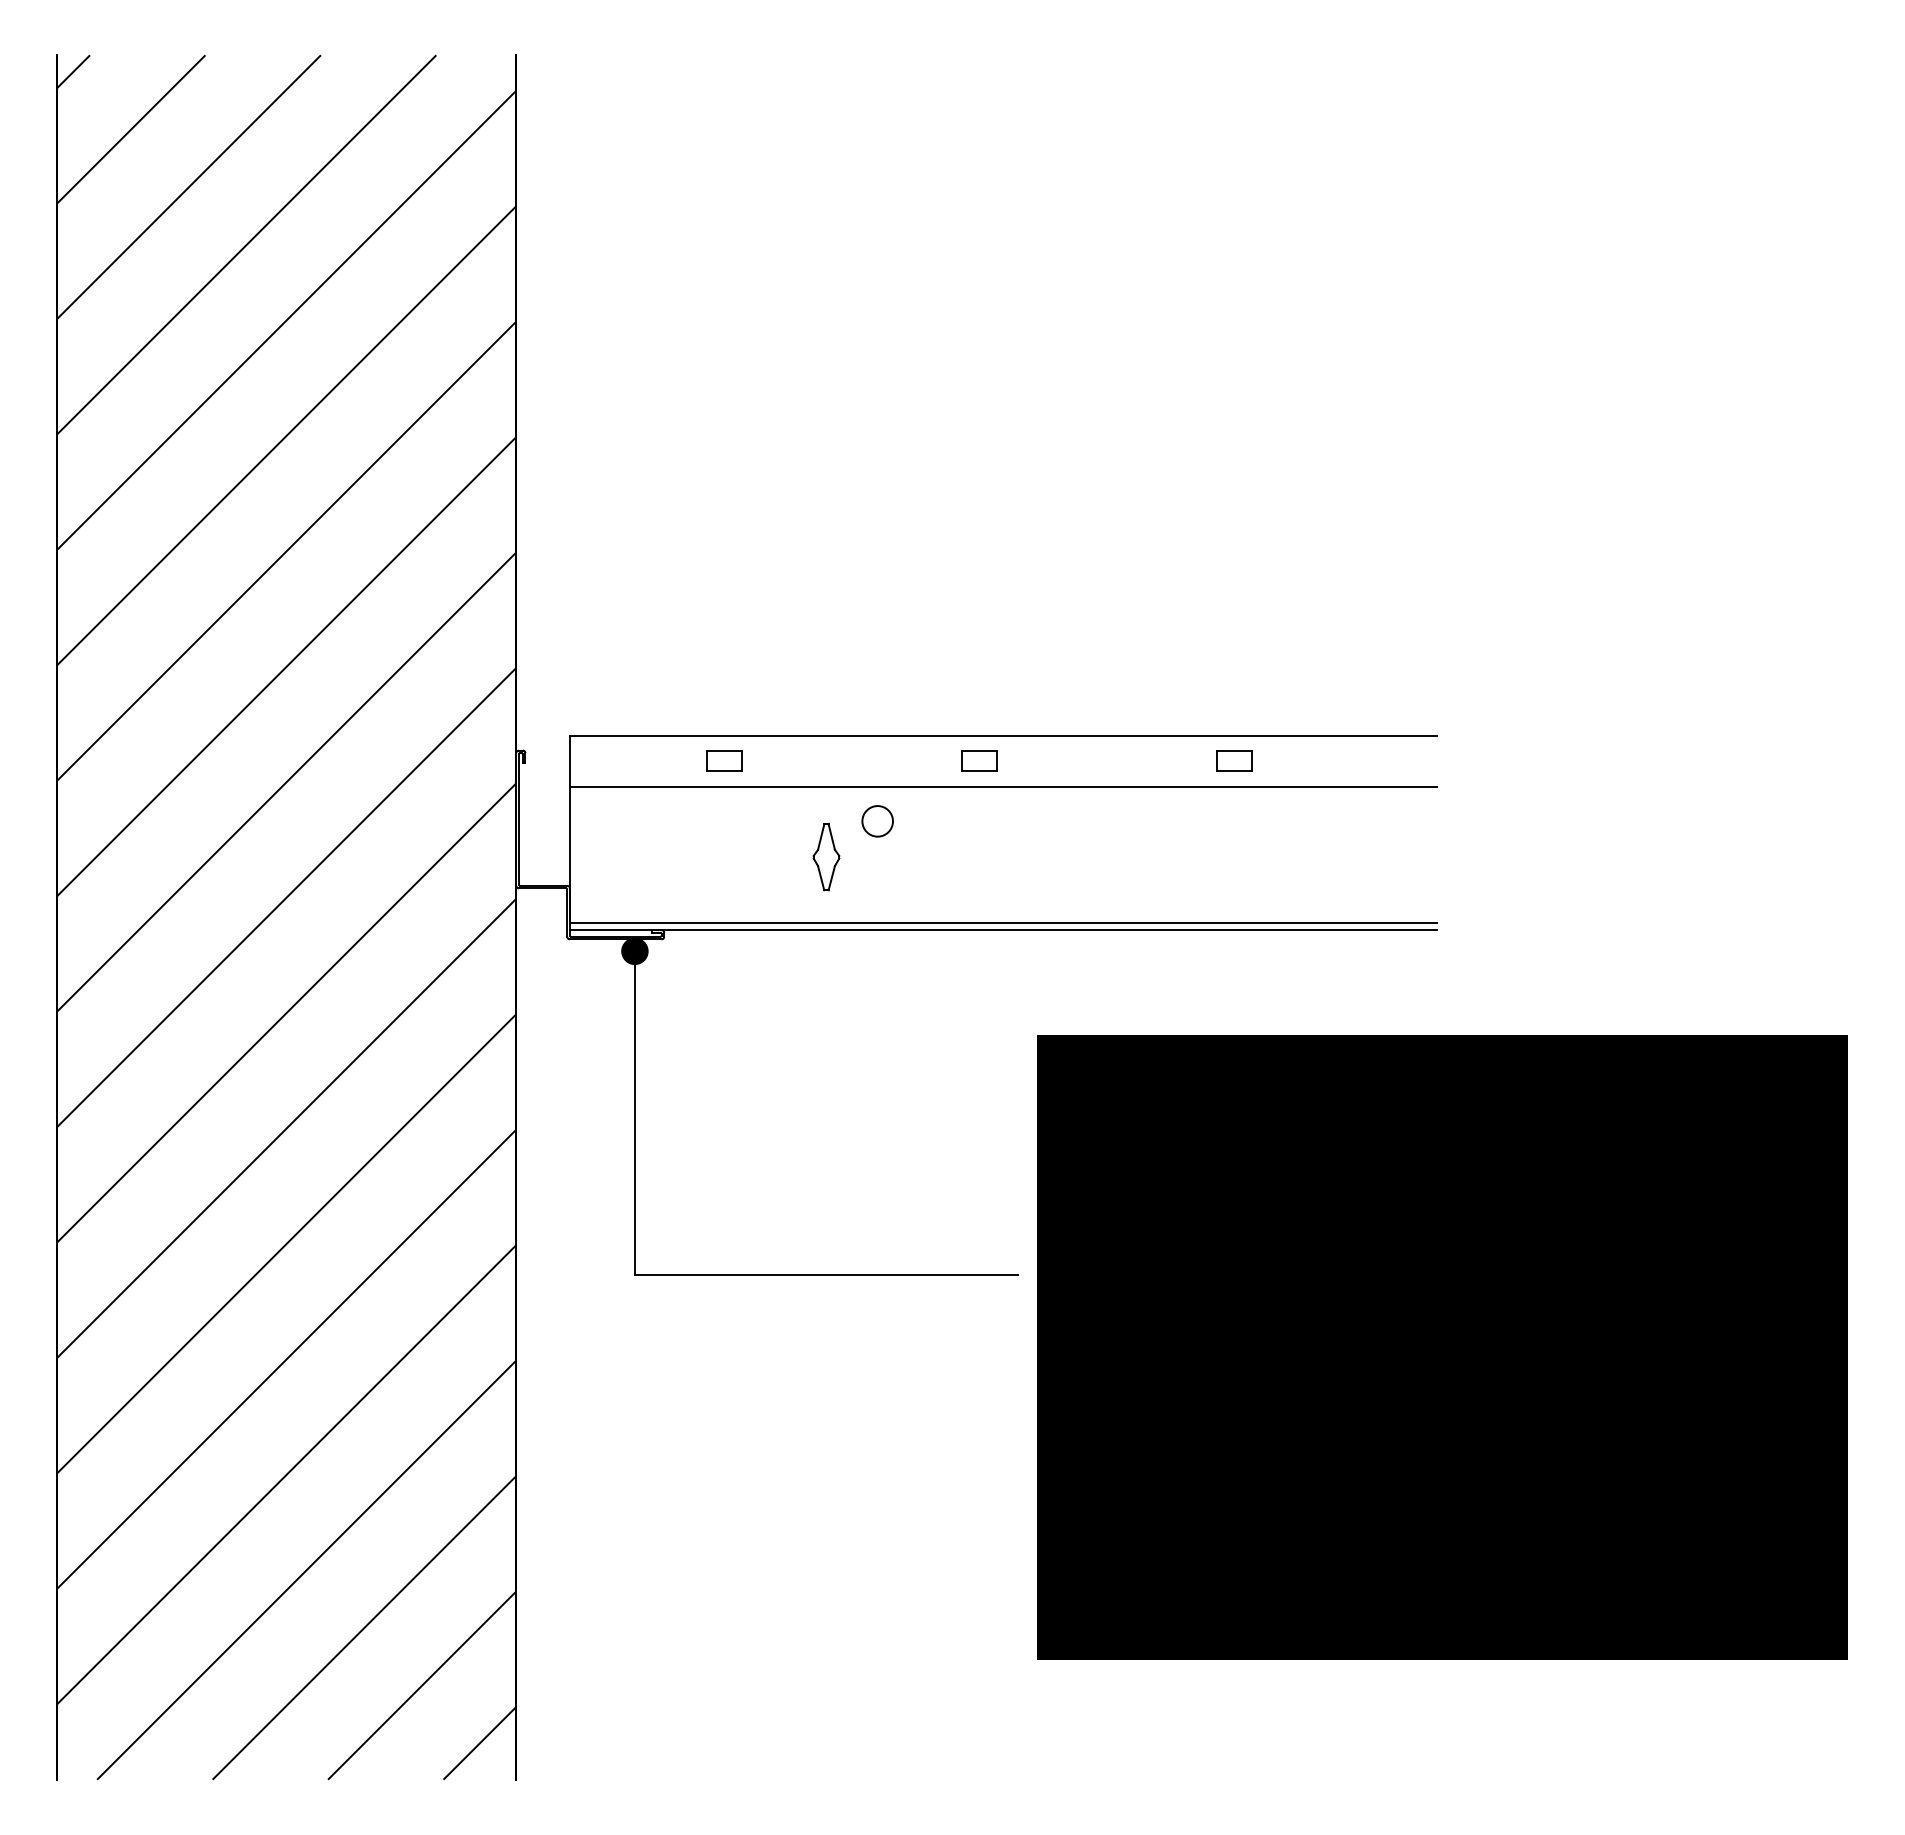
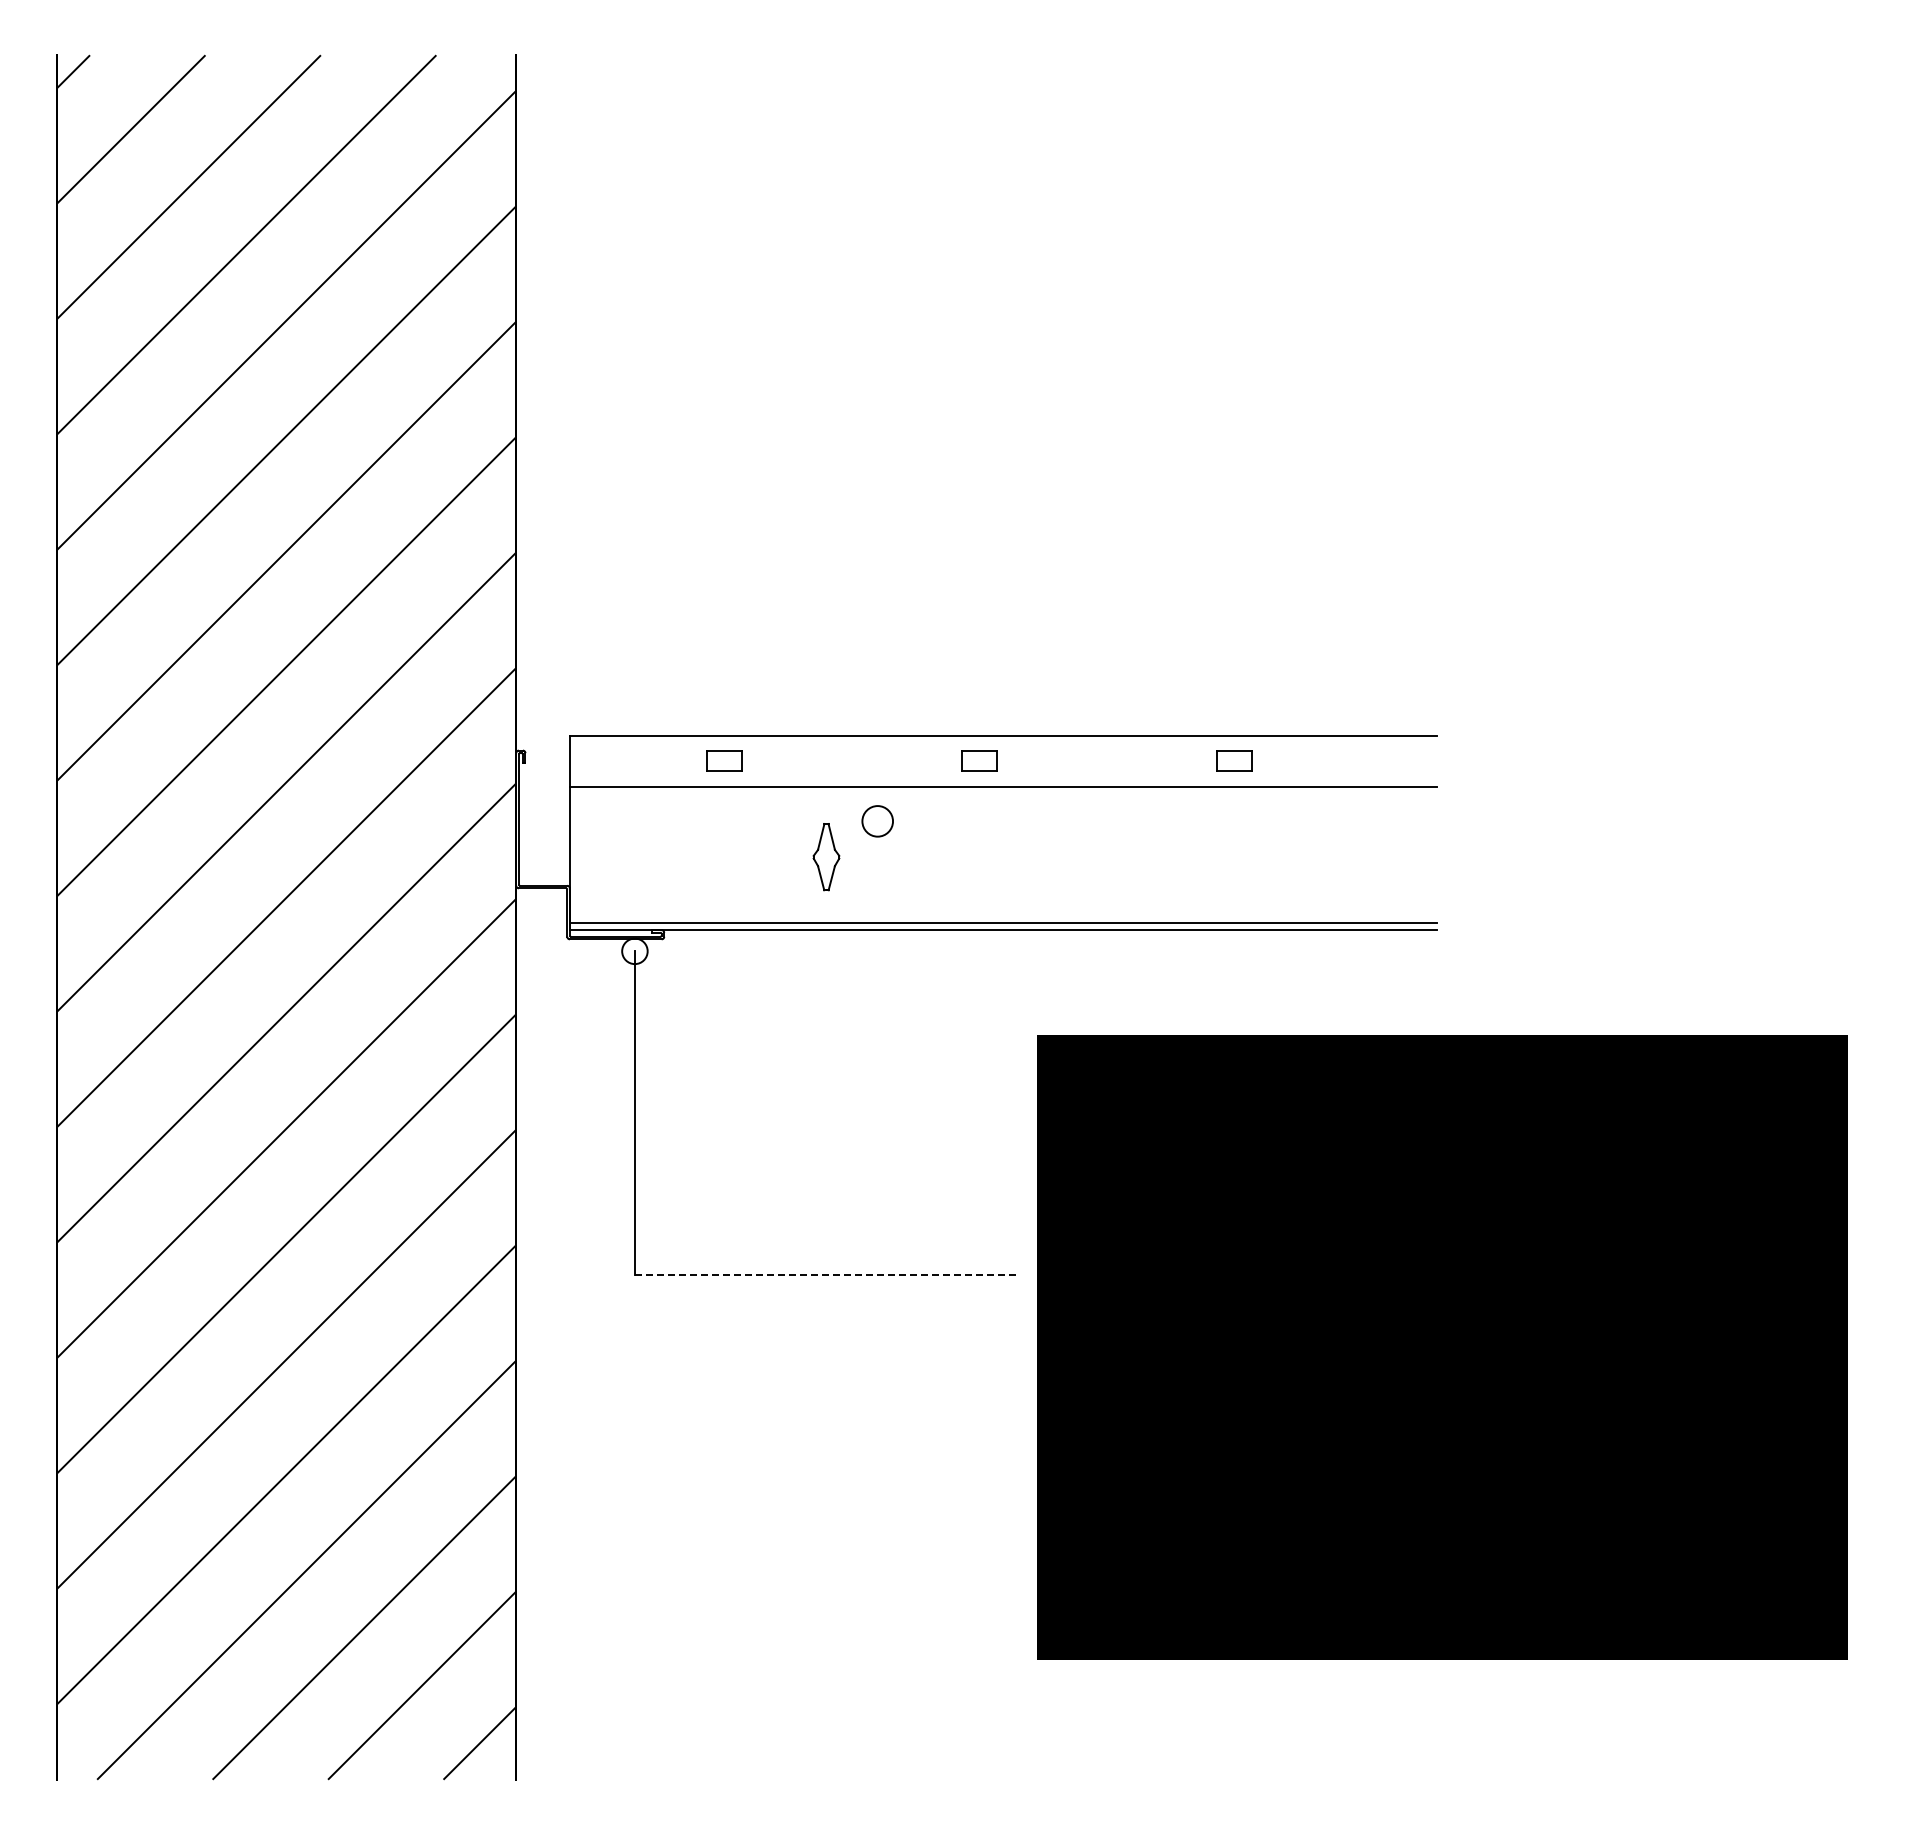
fill at (634, 951): present -> none
line at (826, 1275): solid -> dashed
